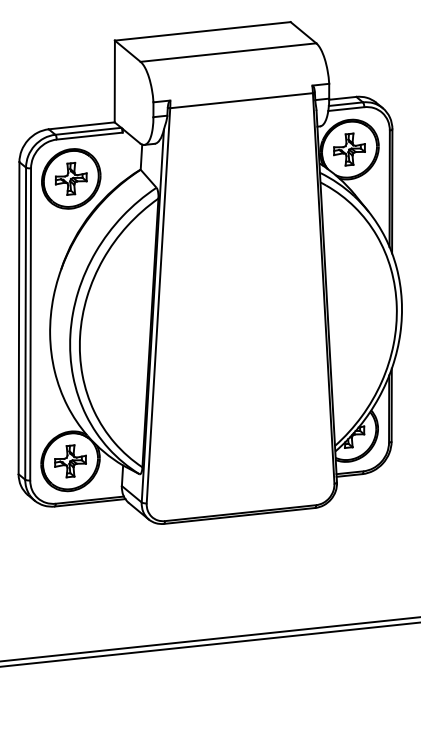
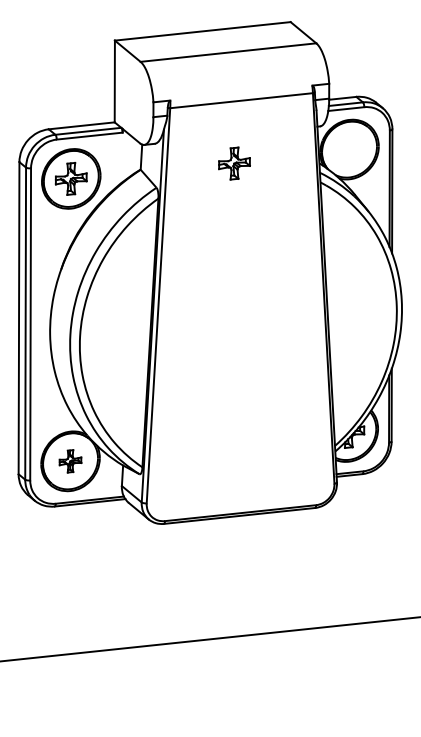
part at (349, 149) position: (349, 149) -> (234, 163)
part at (70, 461) size: 33x35 px -> 25x25 px
line at (209, 644): present -> none
